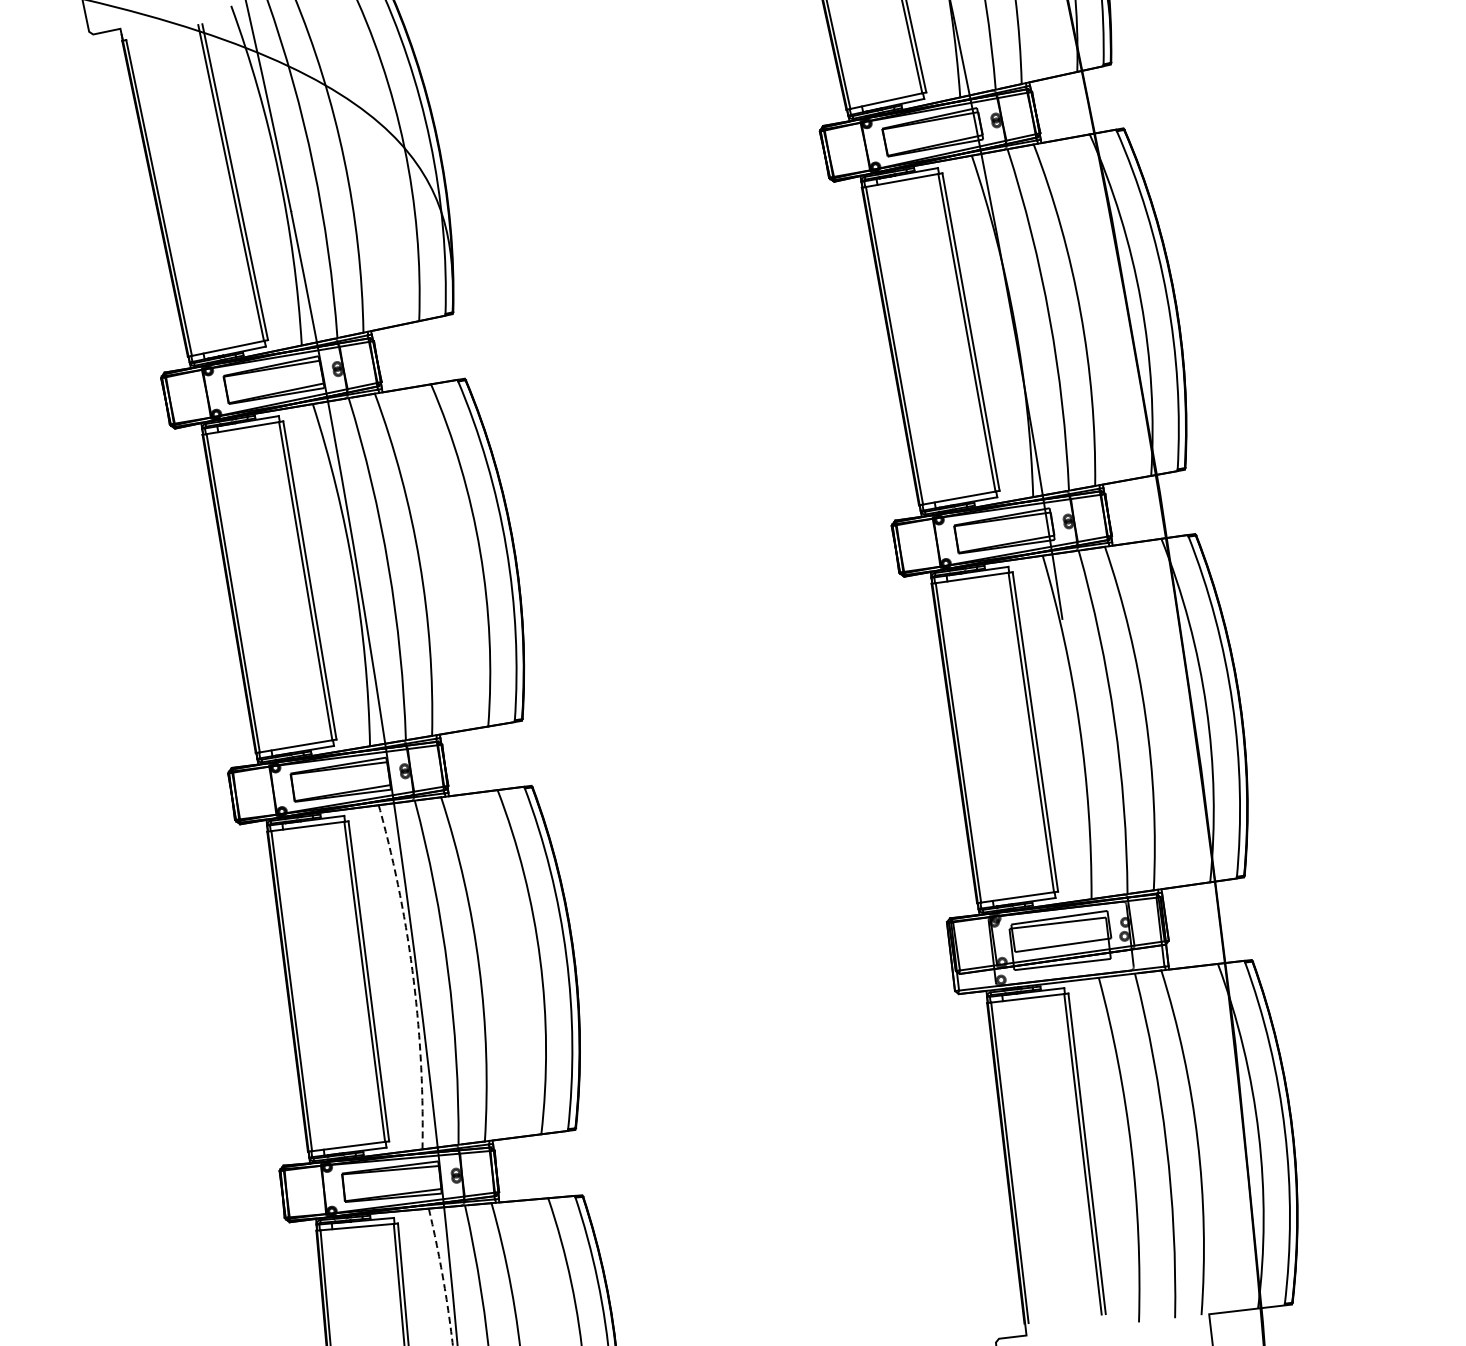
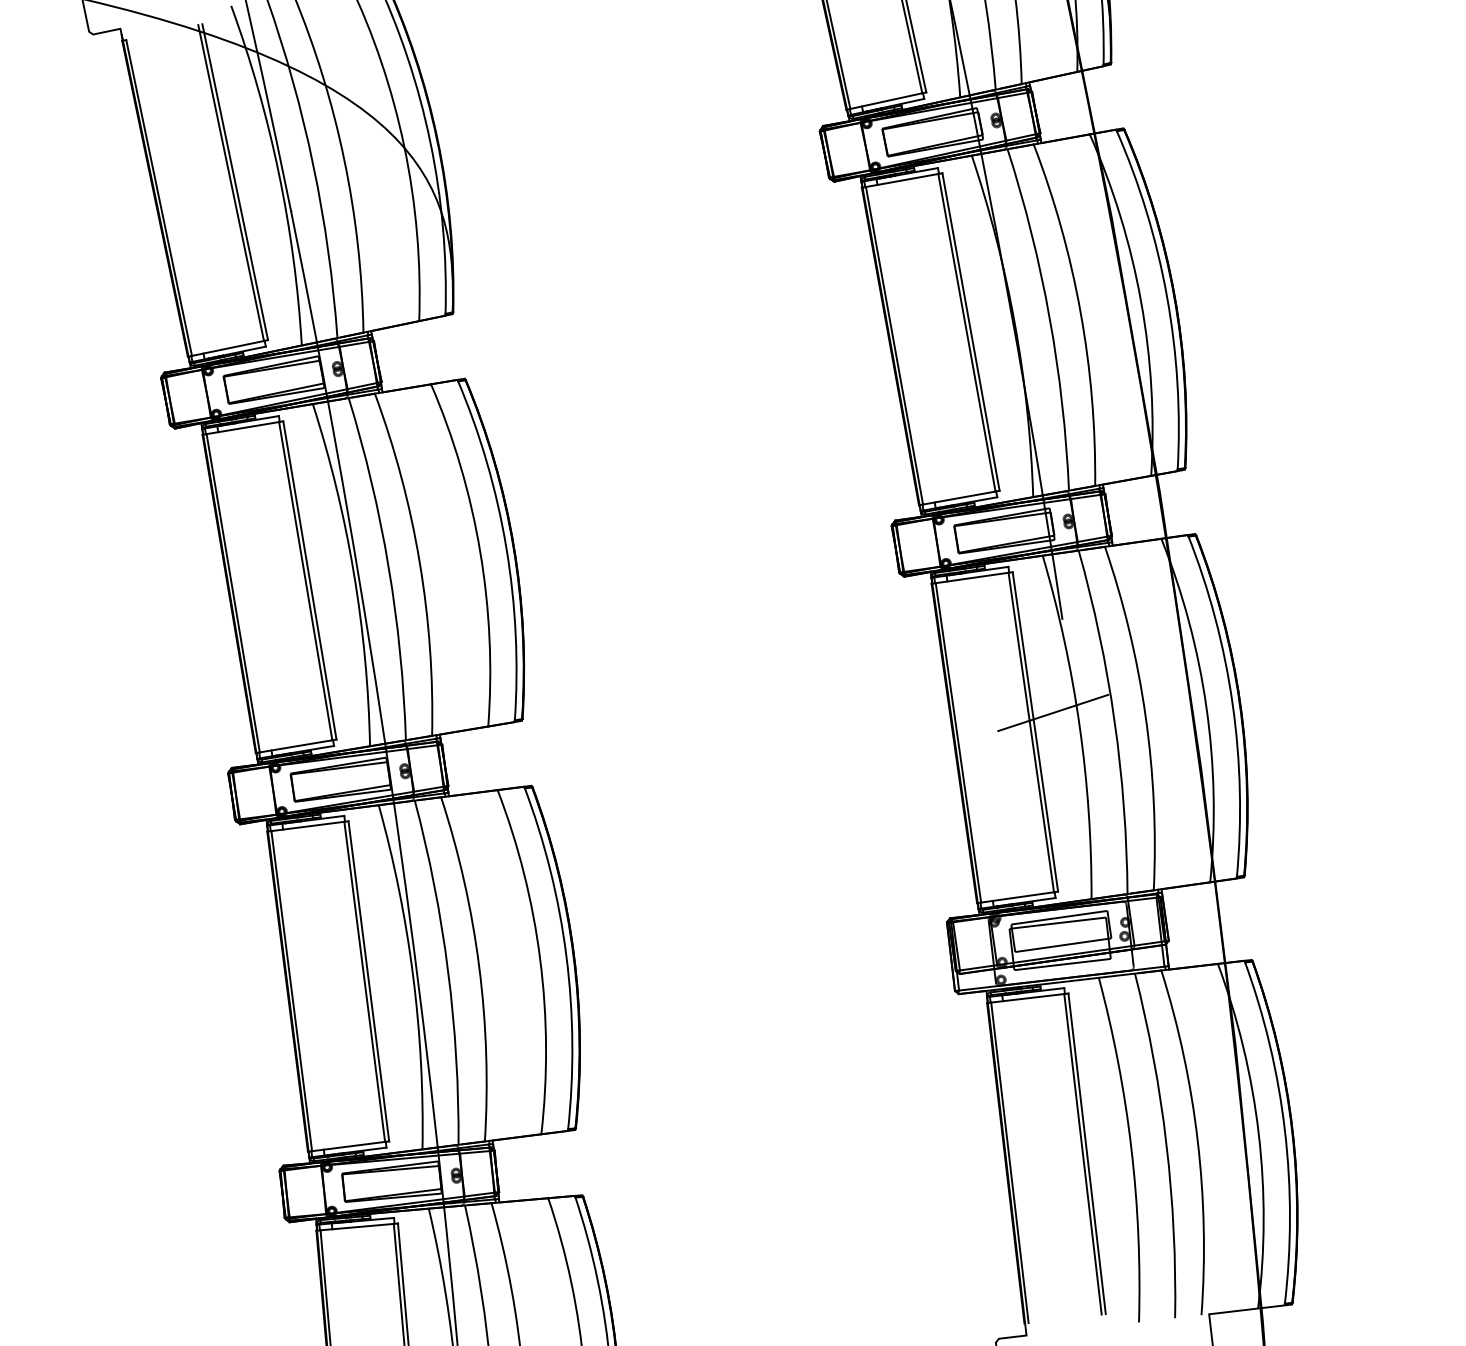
line at (1053, 712): none -> present
arc at (413, 975): dashed -> solid
arc at (442, 1277): dashed -> solid
